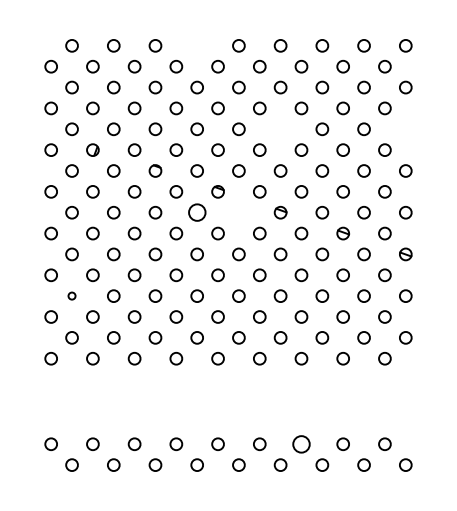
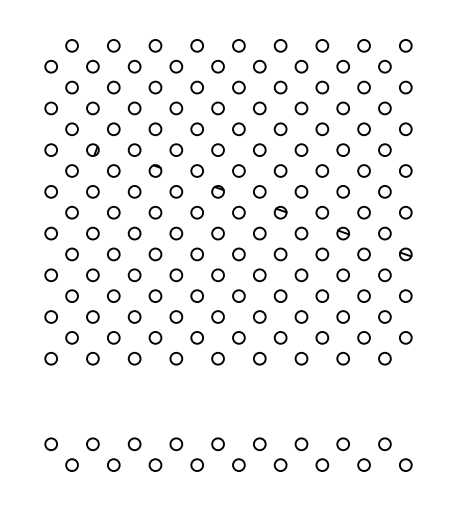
circle at (196, 45): none -> present
circle at (280, 129): none -> present
circle at (405, 129): none -> present
circle at (197, 212) size: 19x19 px -> 14x14 px
circle at (238, 212): none -> present
circle at (71, 295) size: 10x10 px -> 14x14 px
circle at (301, 444) size: 19x19 px -> 15x14 px
